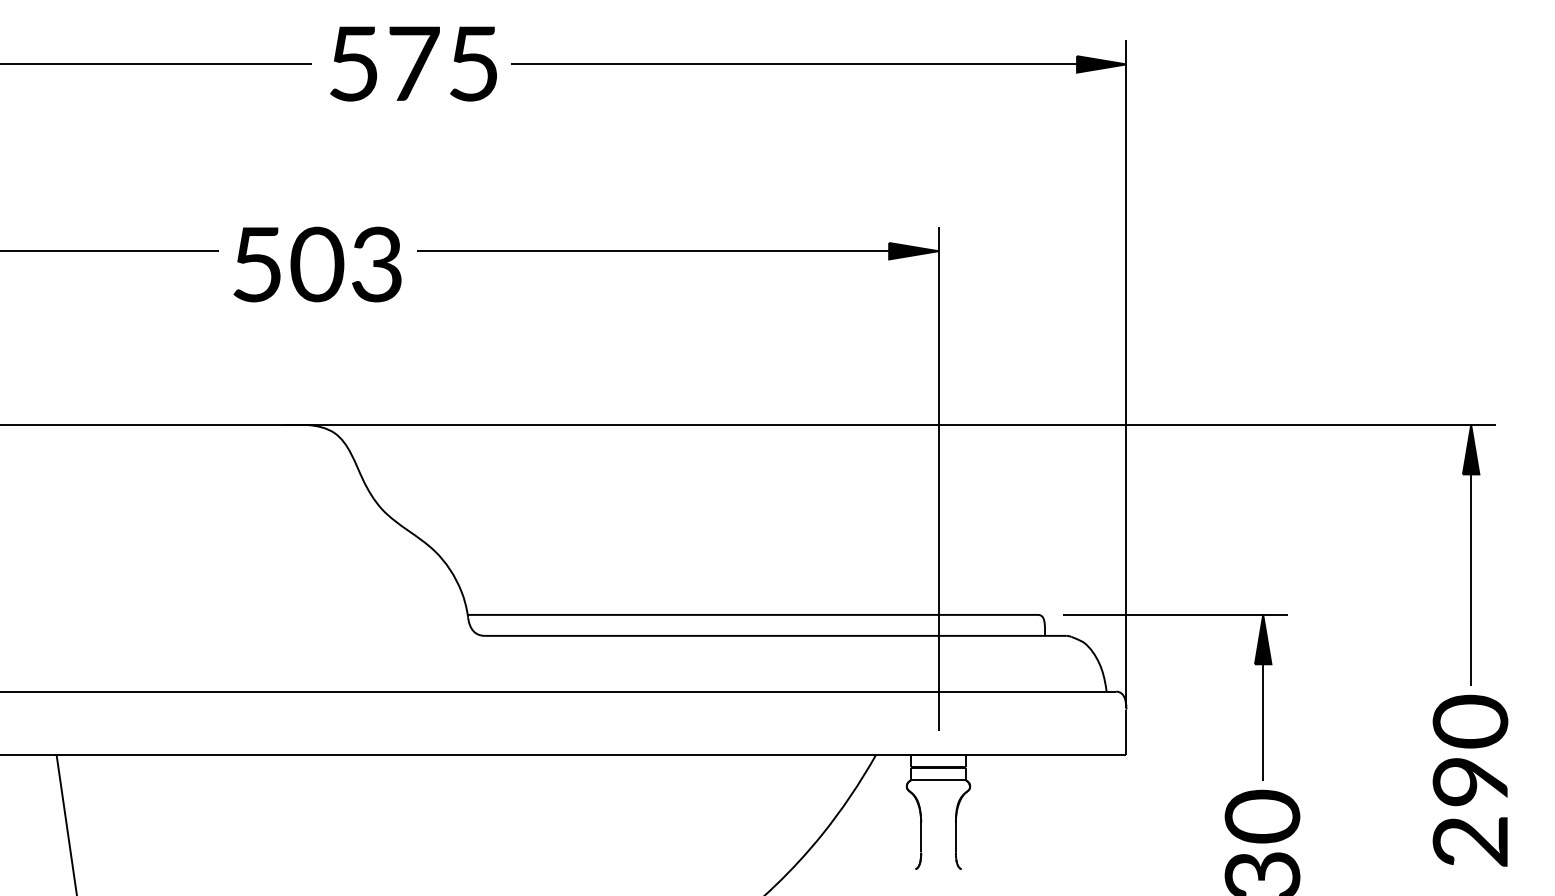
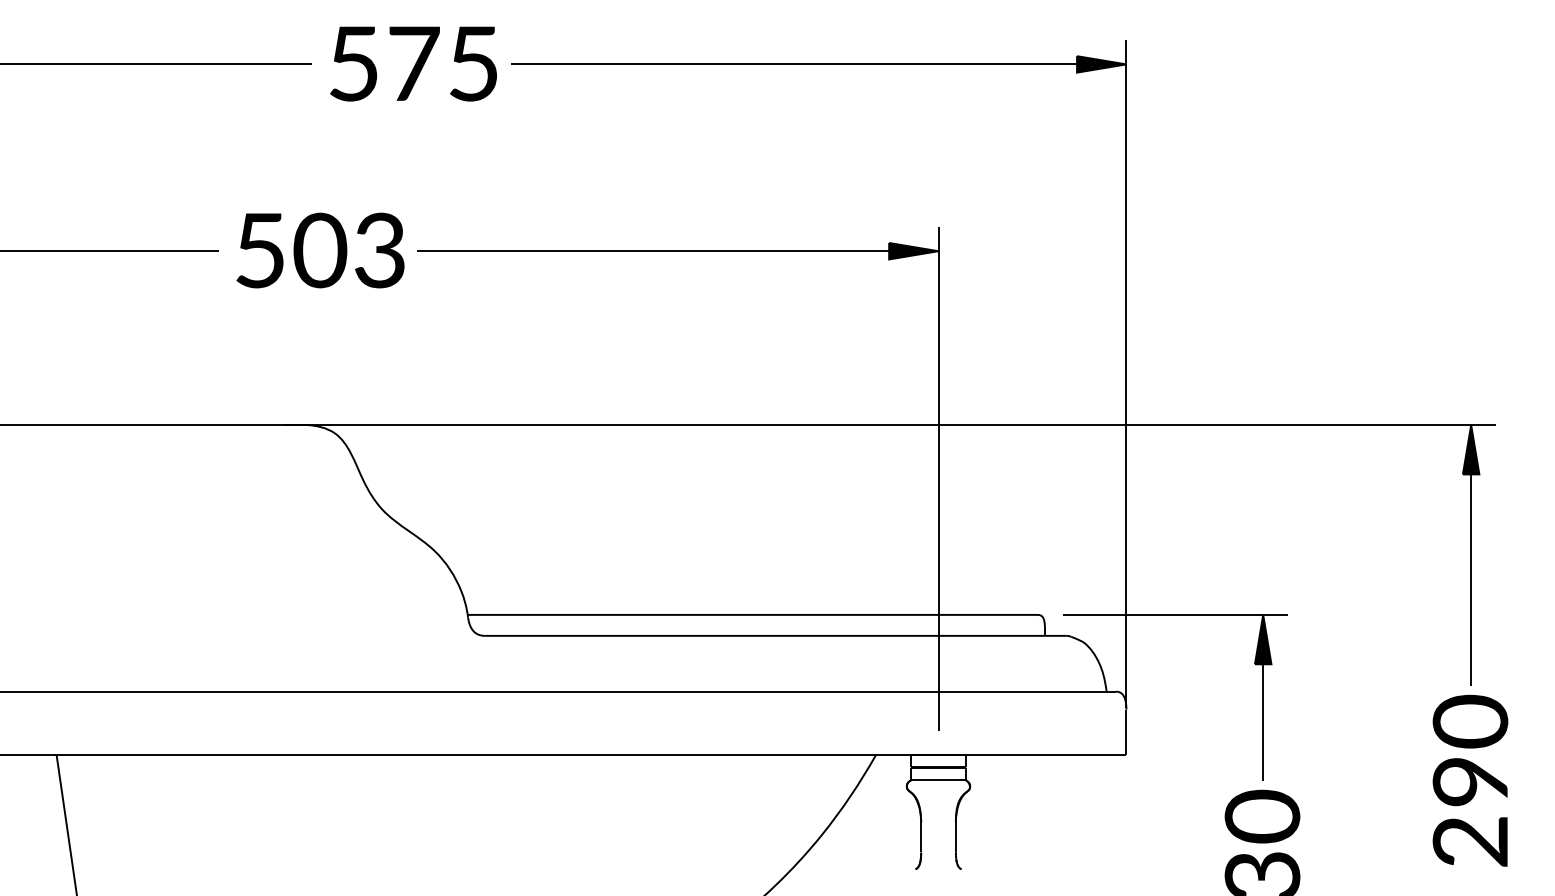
text at (317, 264) position: (317, 264) -> (320, 250)
